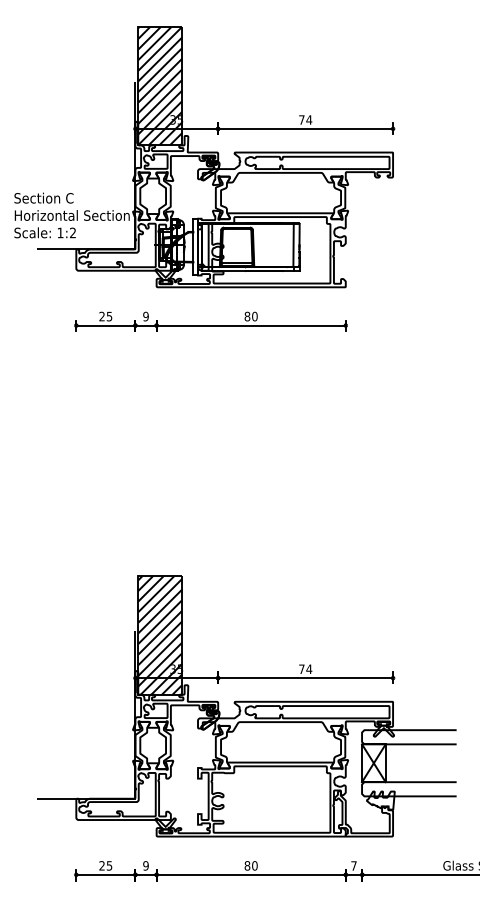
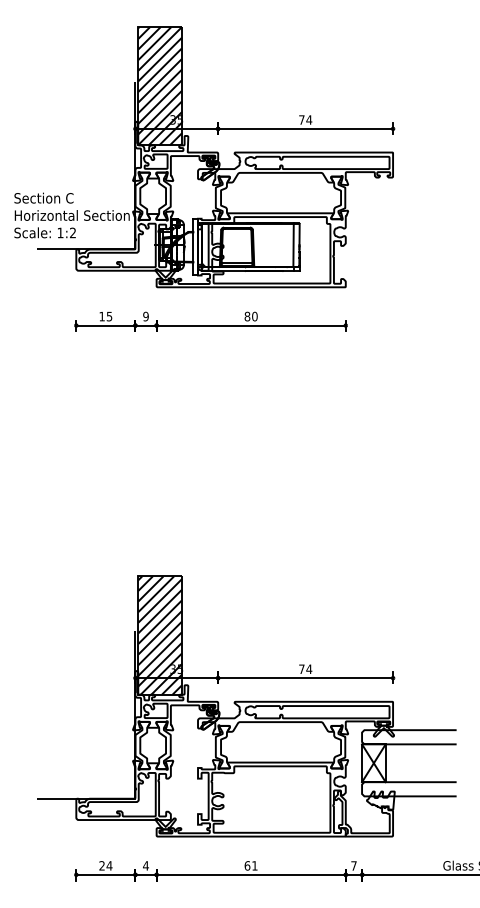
text at (101, 316): 25 -> 15
text at (109, 865): 25 -> 24
text at (145, 865): 9 -> 4
text at (250, 865): 80 -> 61
